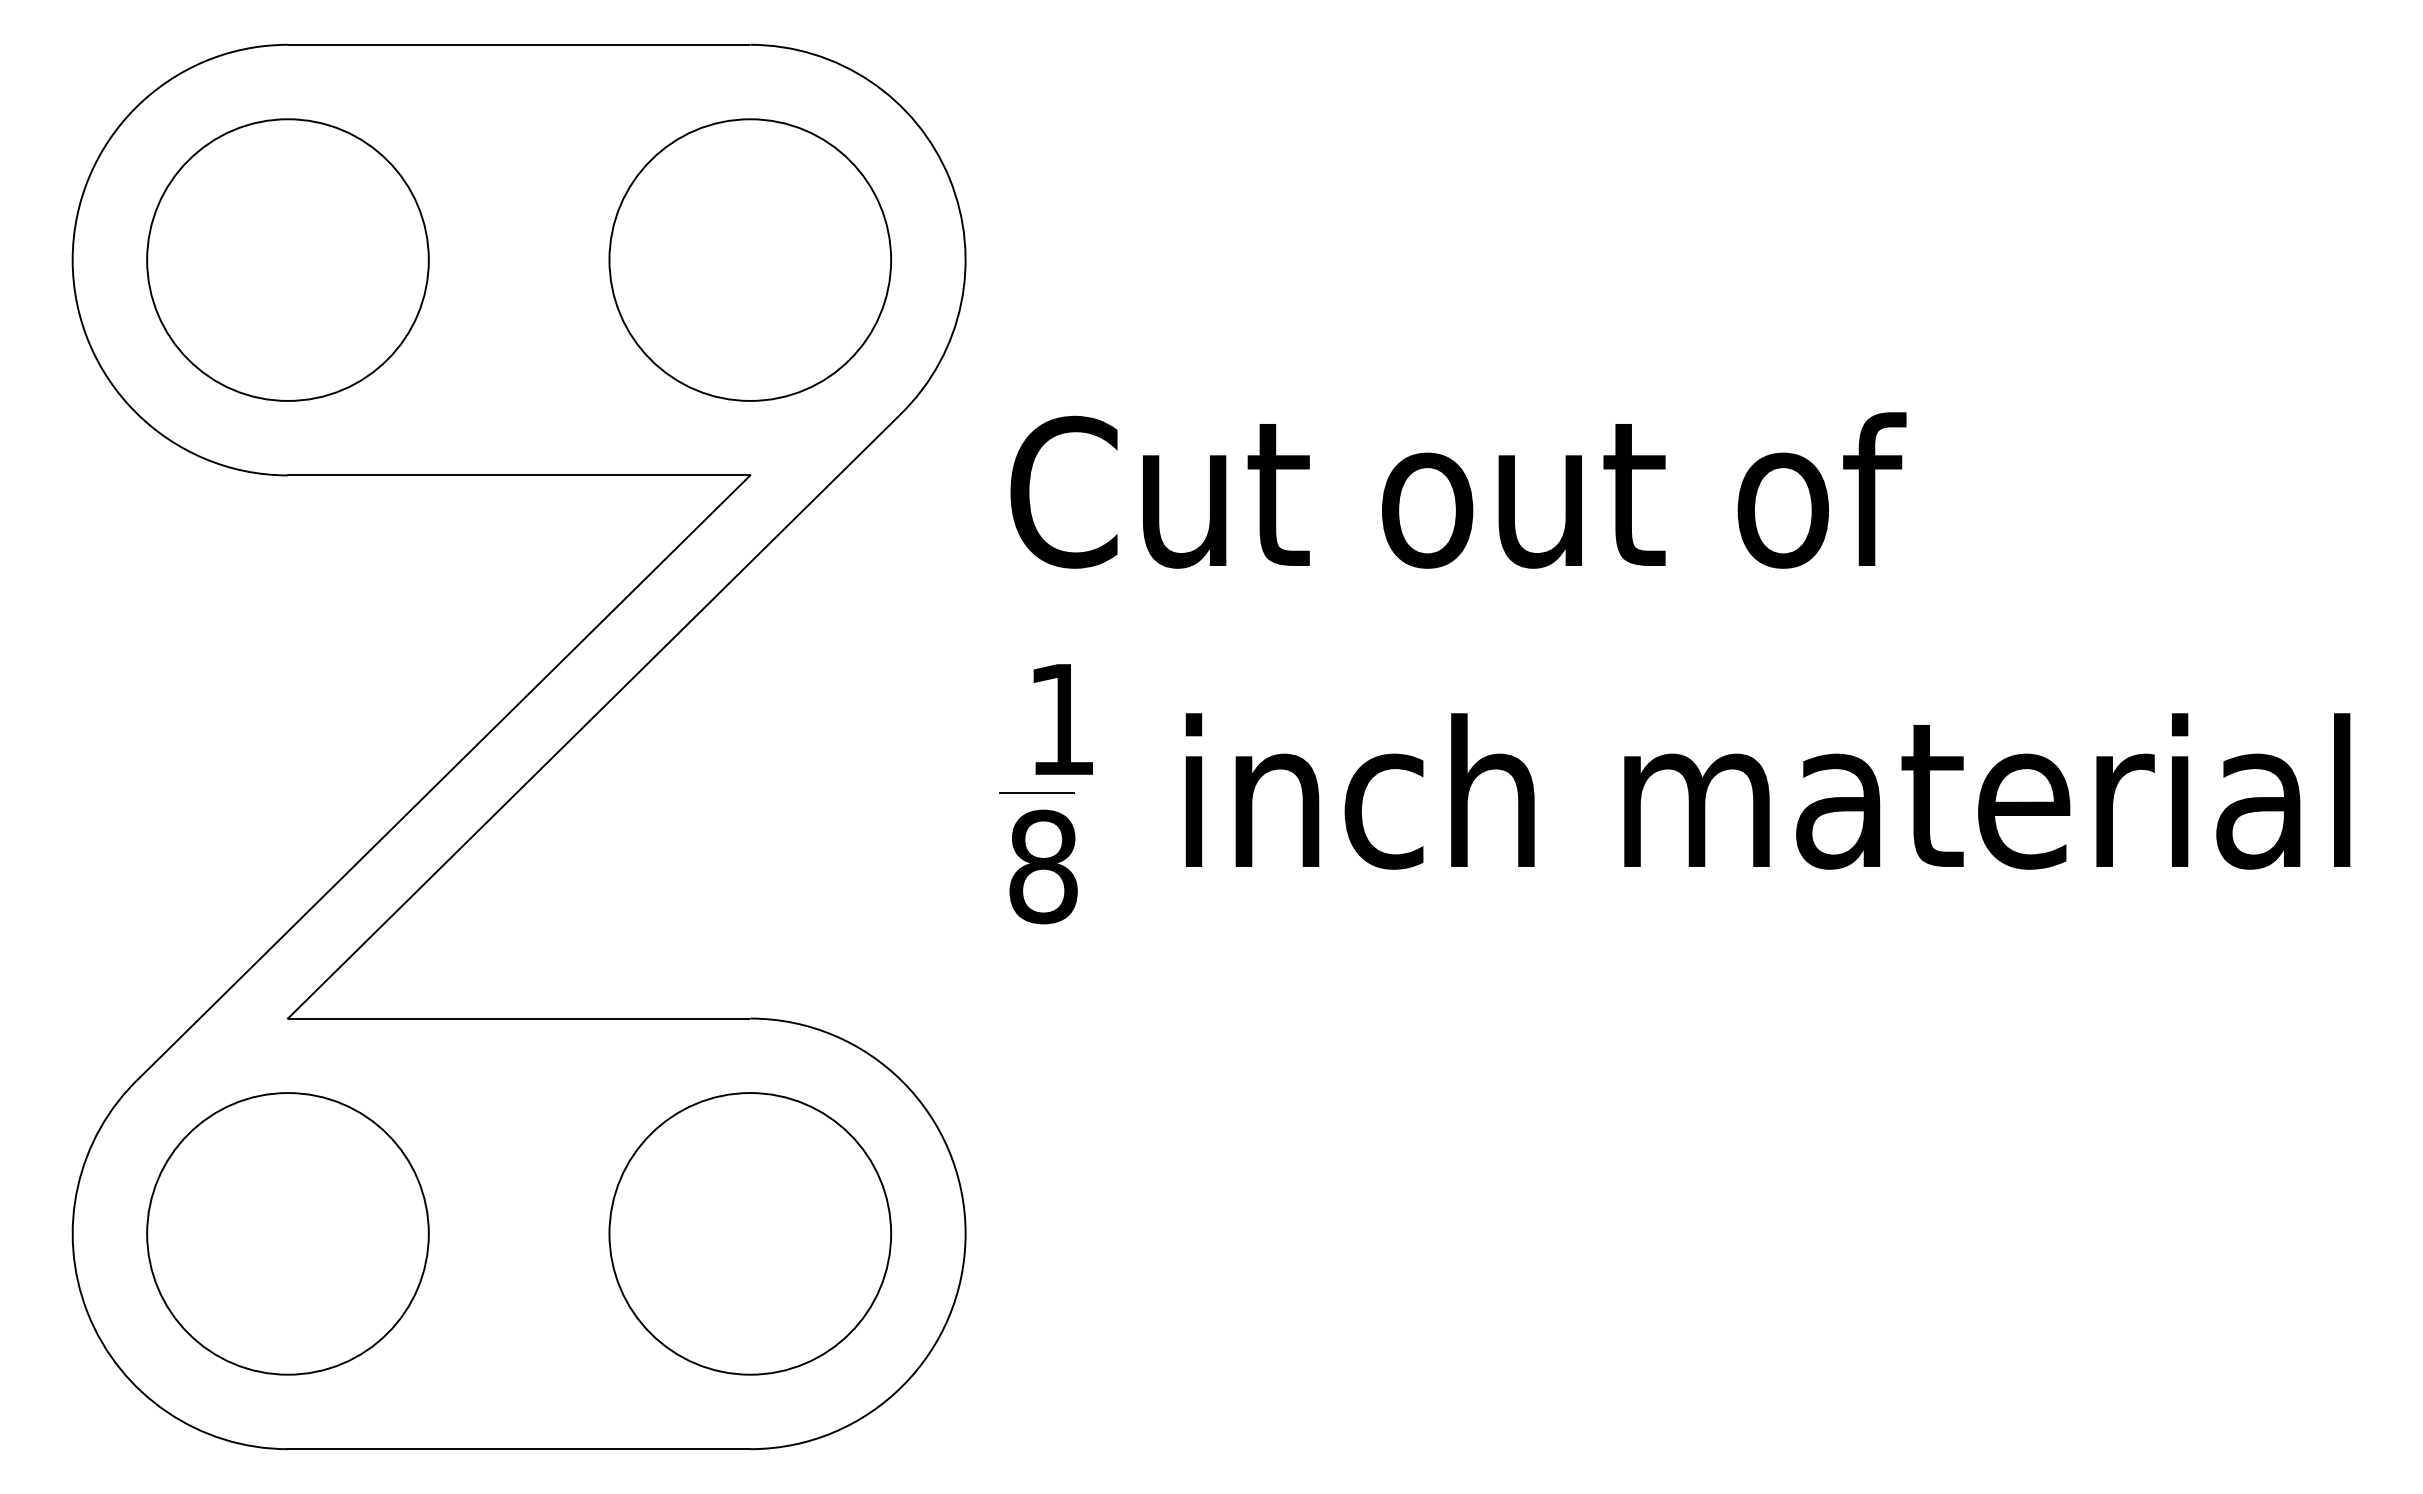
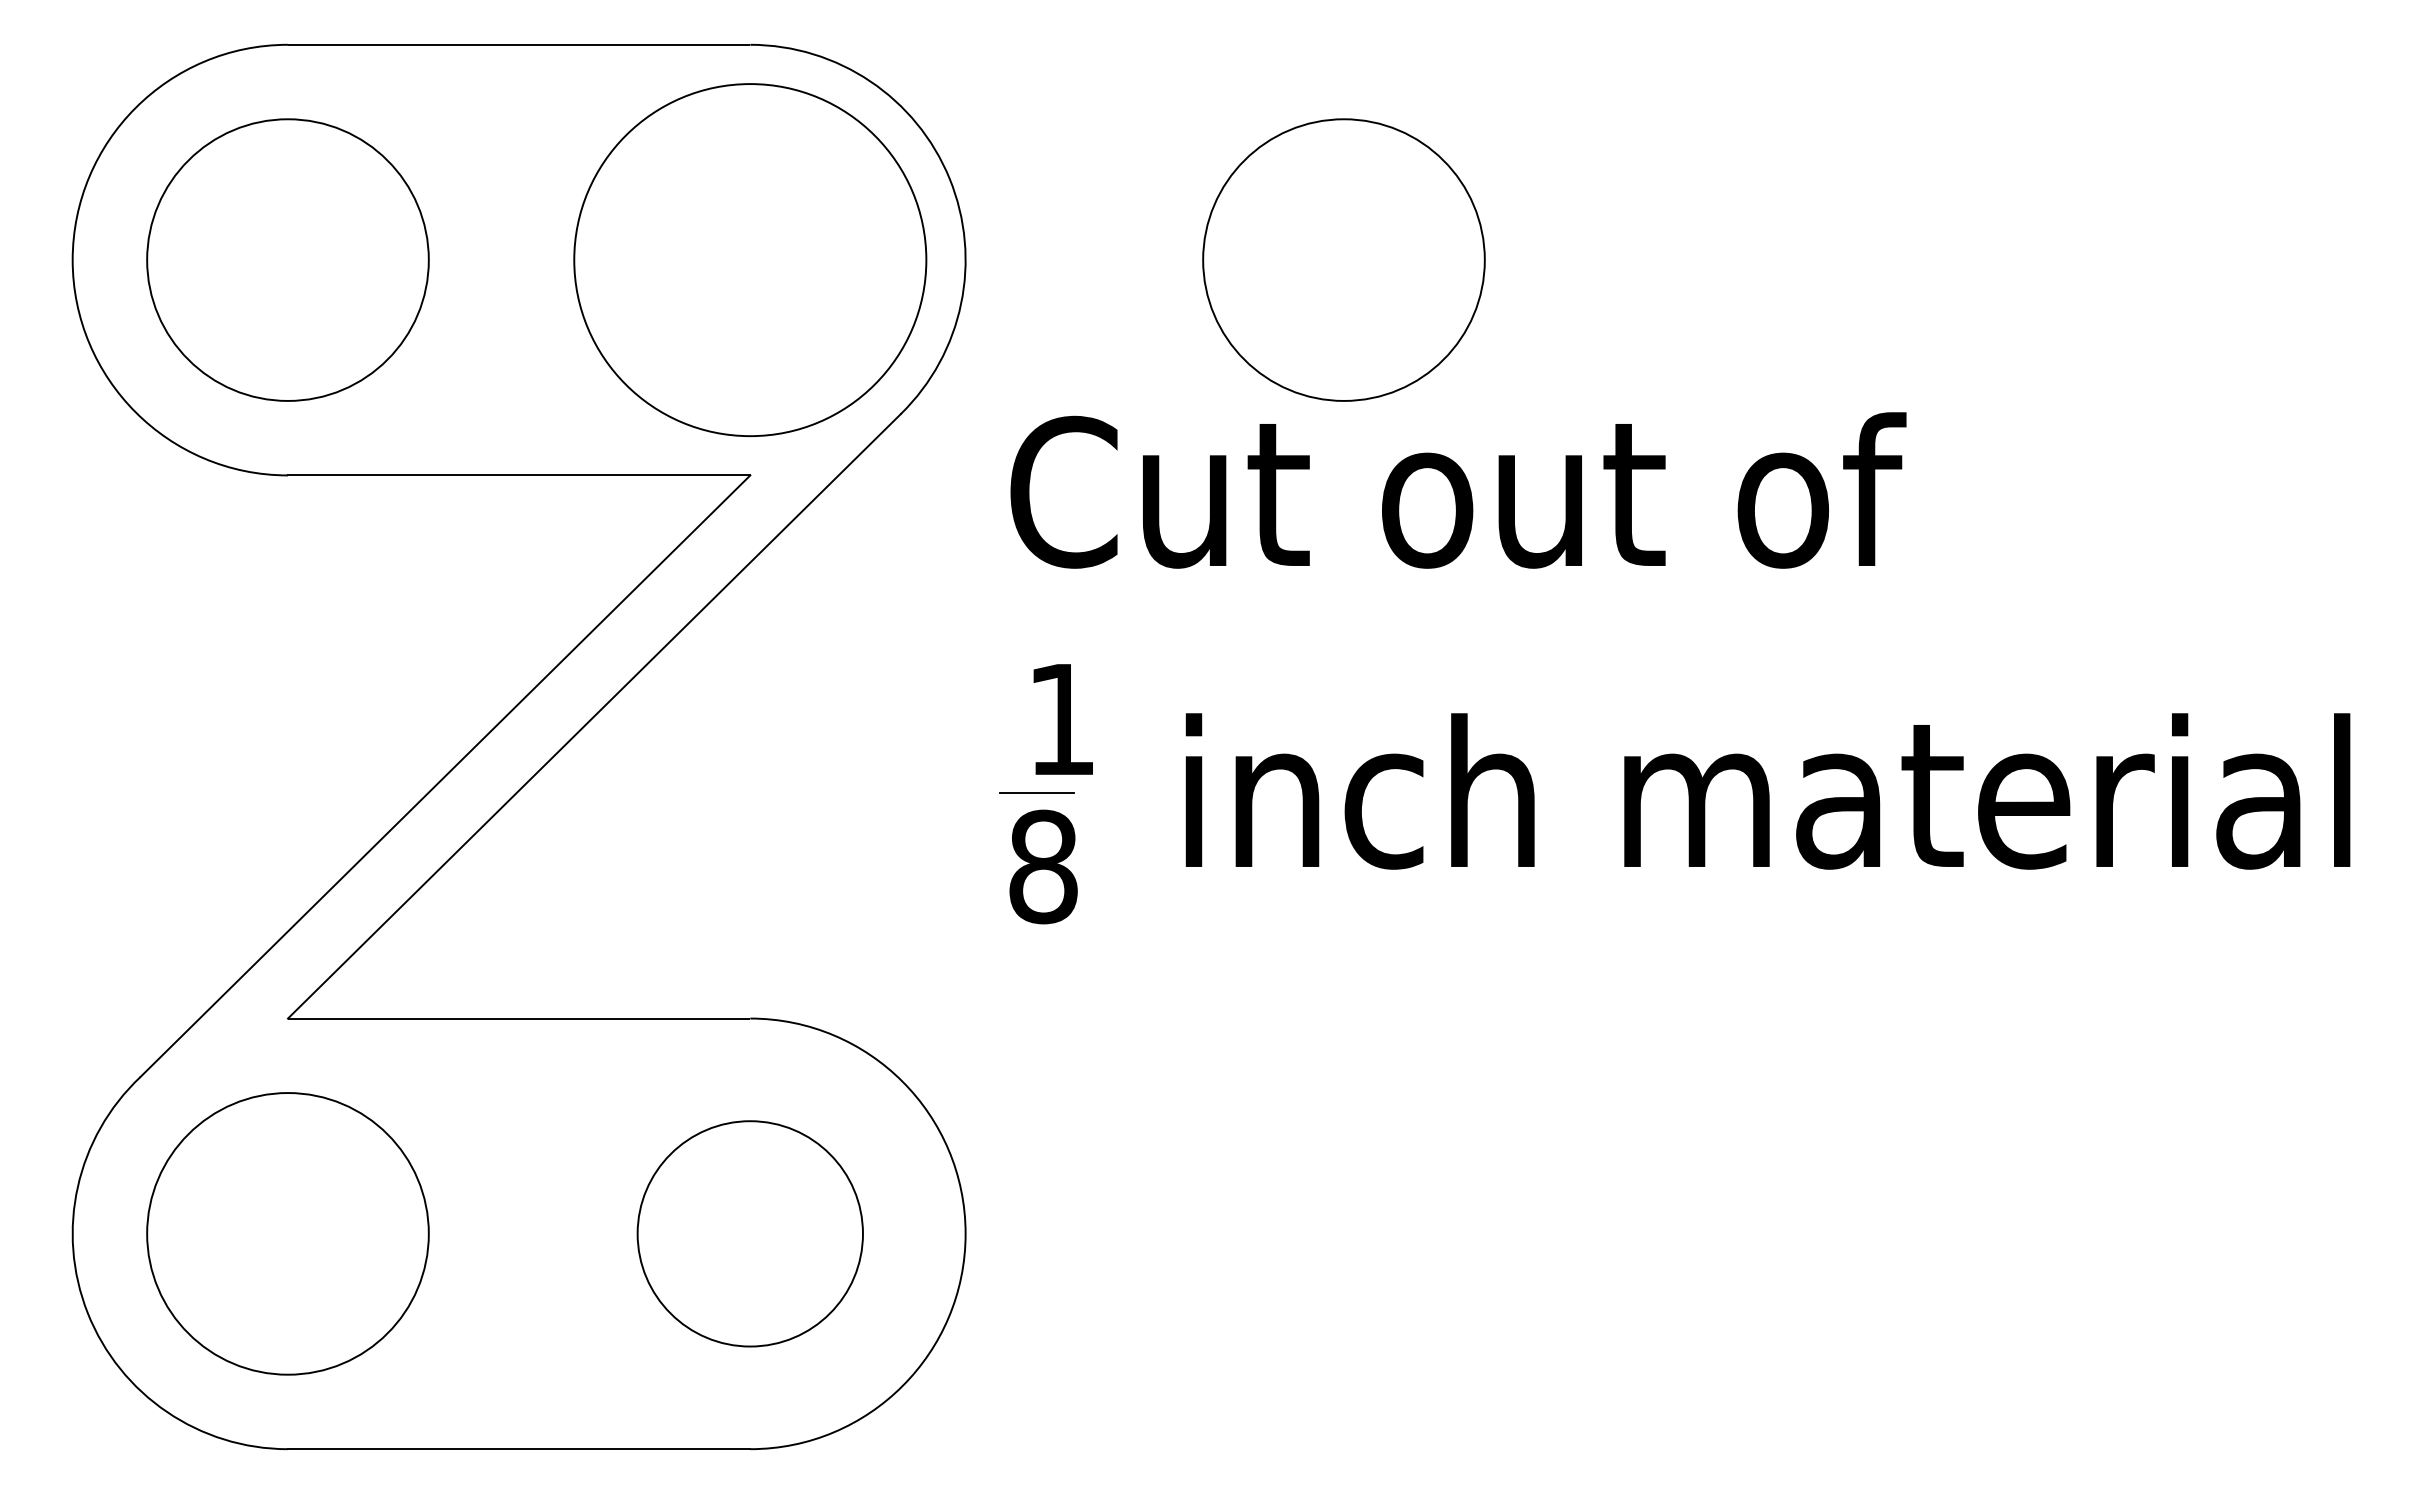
circle at (750, 259) diameter: 282 px -> 352 px
circle at (1343, 259): none -> present
circle at (750, 1233) diameter: 282 px -> 225 px
